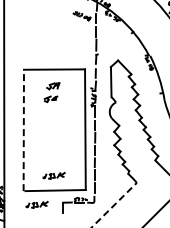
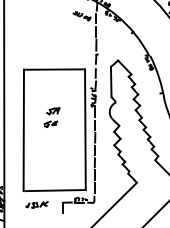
part at (51, 92) position: (51, 92) -> (51, 117)
line at (23, 130): dashed -> solid
part at (53, 175): present -> none
line at (114, 205): dashed -> solid
